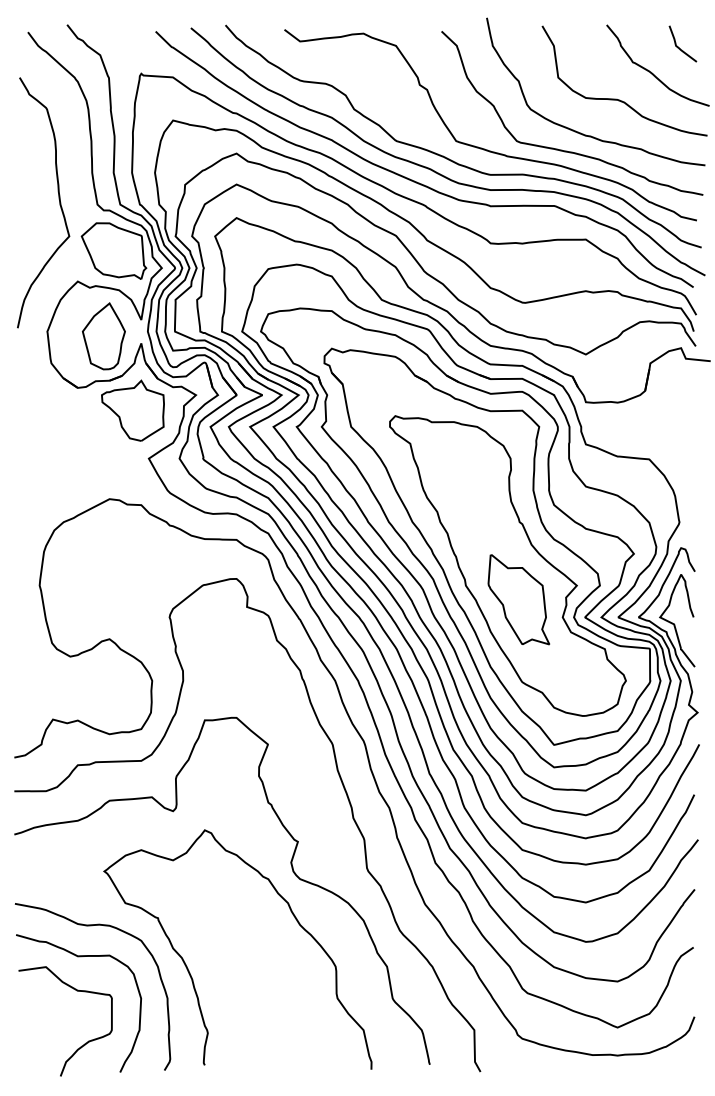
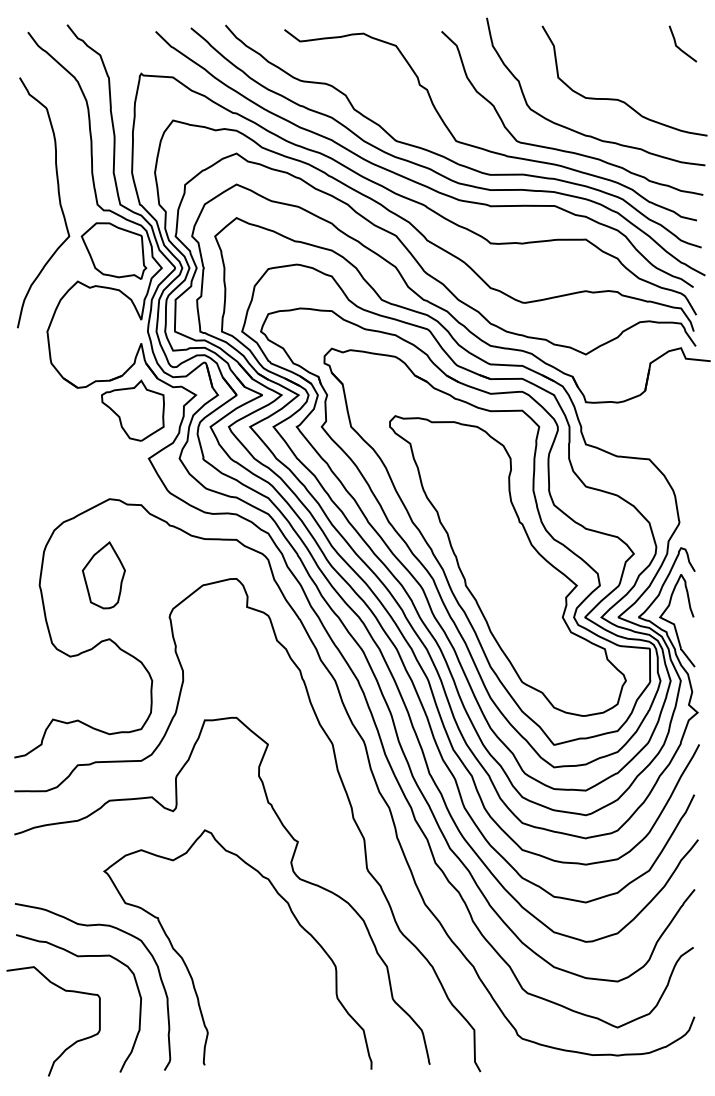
curve at (651, 71): present -> none
part at (103, 336) position: (103, 336) -> (103, 575)
part at (518, 599): present -> none
curve at (81, 1045) position: (81, 1045) -> (69, 1045)
